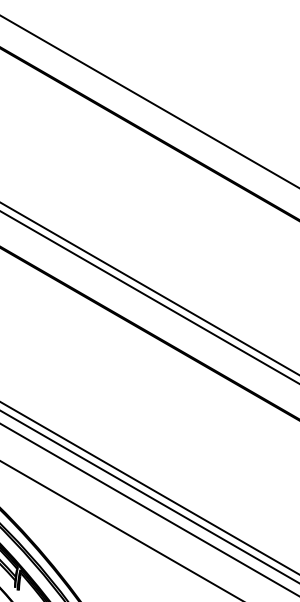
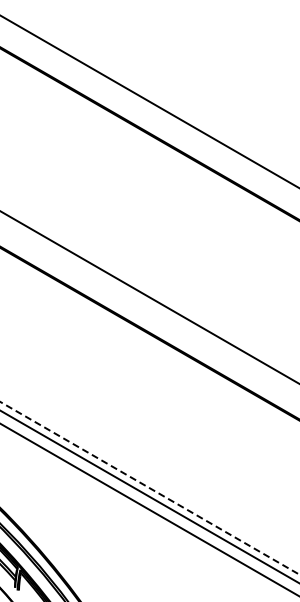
line at (149, 288): present -> none
line at (150, 488): solid -> dashed
line at (120, 530): present -> none
